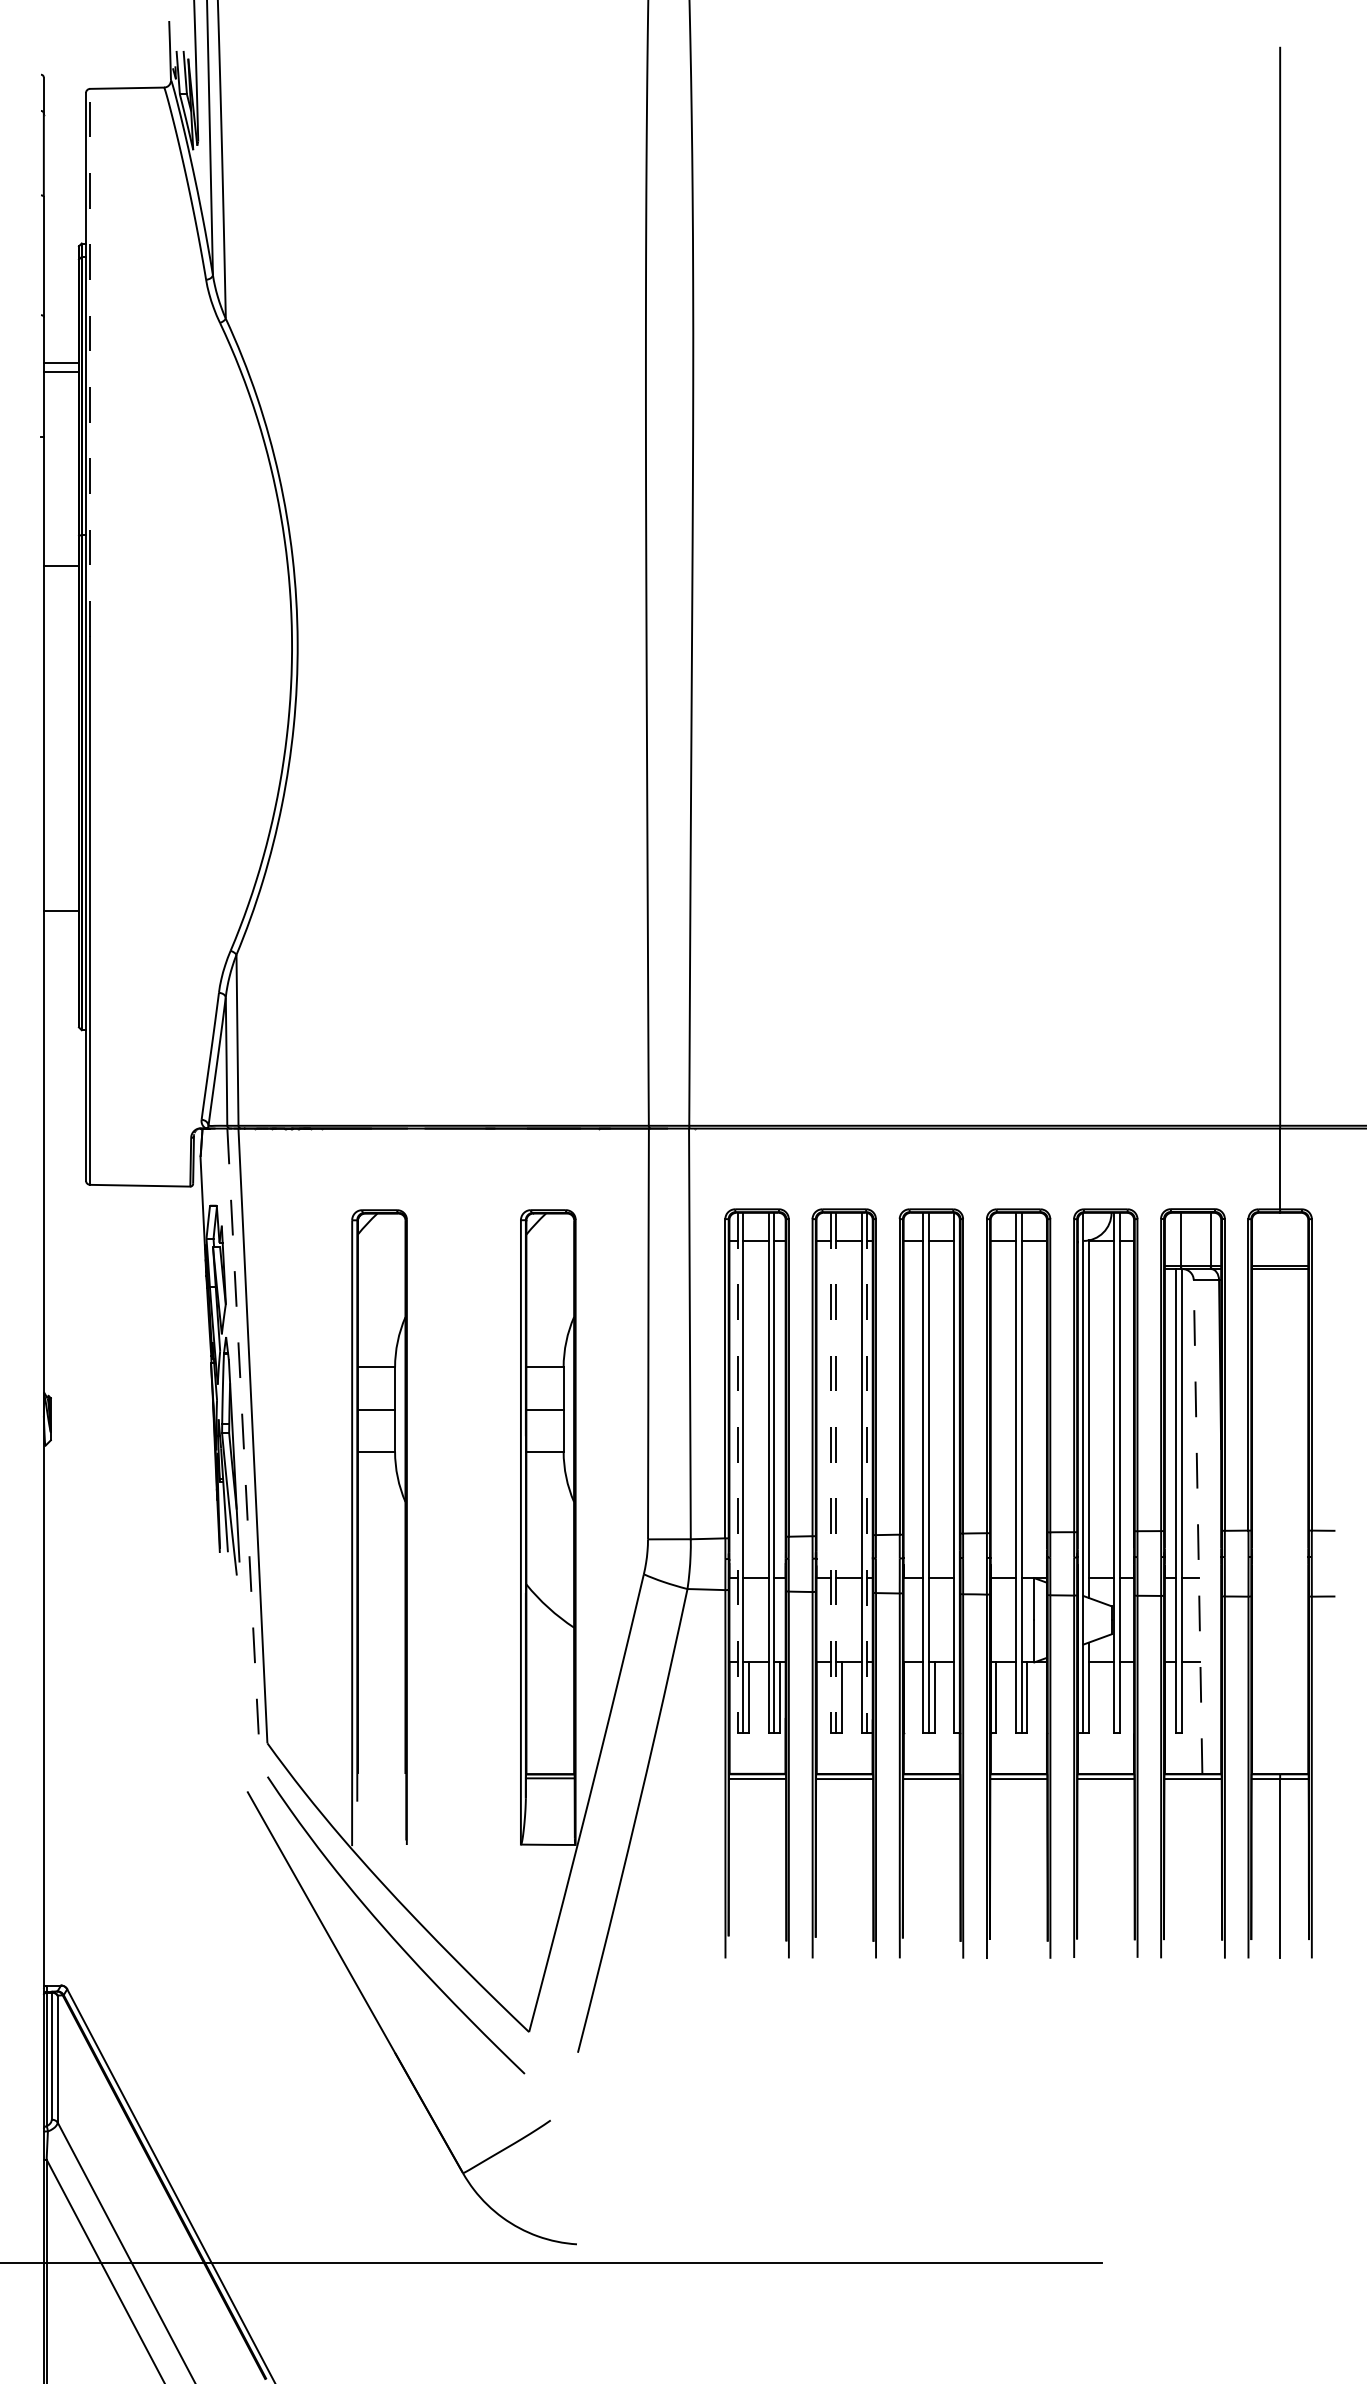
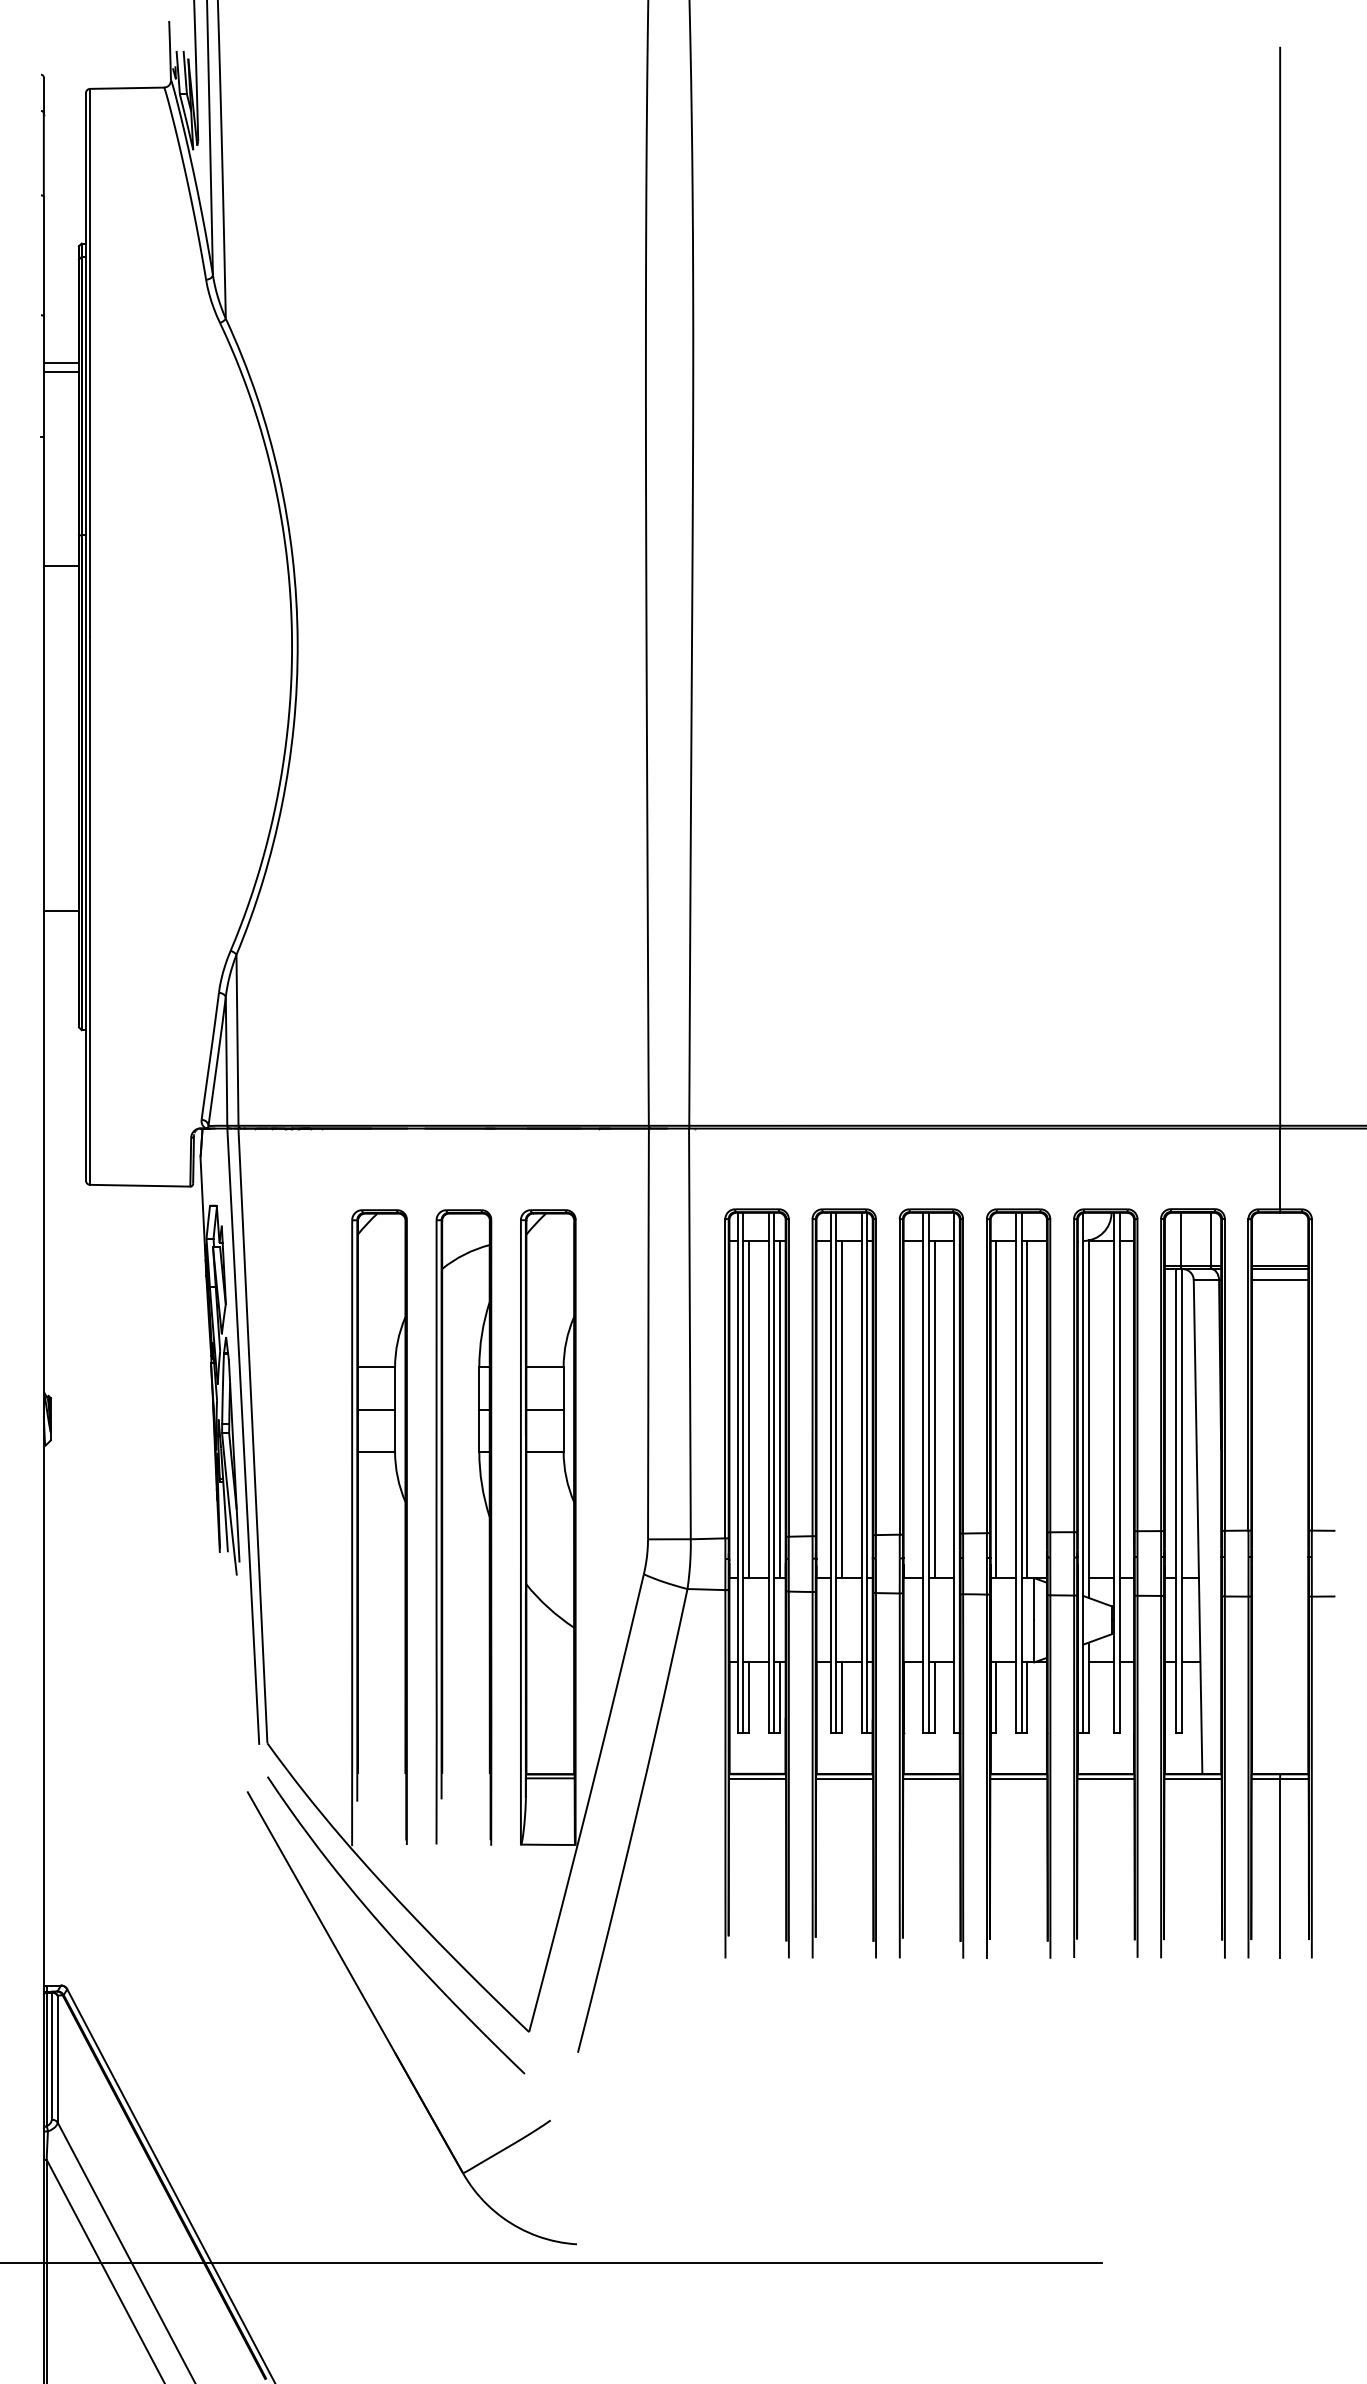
line at (90, 362): dashed -> solid
line at (1280, 1280): none -> present
line at (749, 1409): none -> present
line at (780, 1409): none -> present
line at (841, 1409): none -> present
line at (934, 1409): none -> present
line at (996, 1409): none -> present
line at (1027, 1409): none -> present
line at (243, 1436): dashed -> solid
line at (737, 1472): dashed -> solid
line at (830, 1472): dashed -> solid
line at (836, 1472): dashed -> solid
line at (867, 1472): dashed -> solid
part at (443, 1527): none -> present
line at (1198, 1527): dashed -> solid
